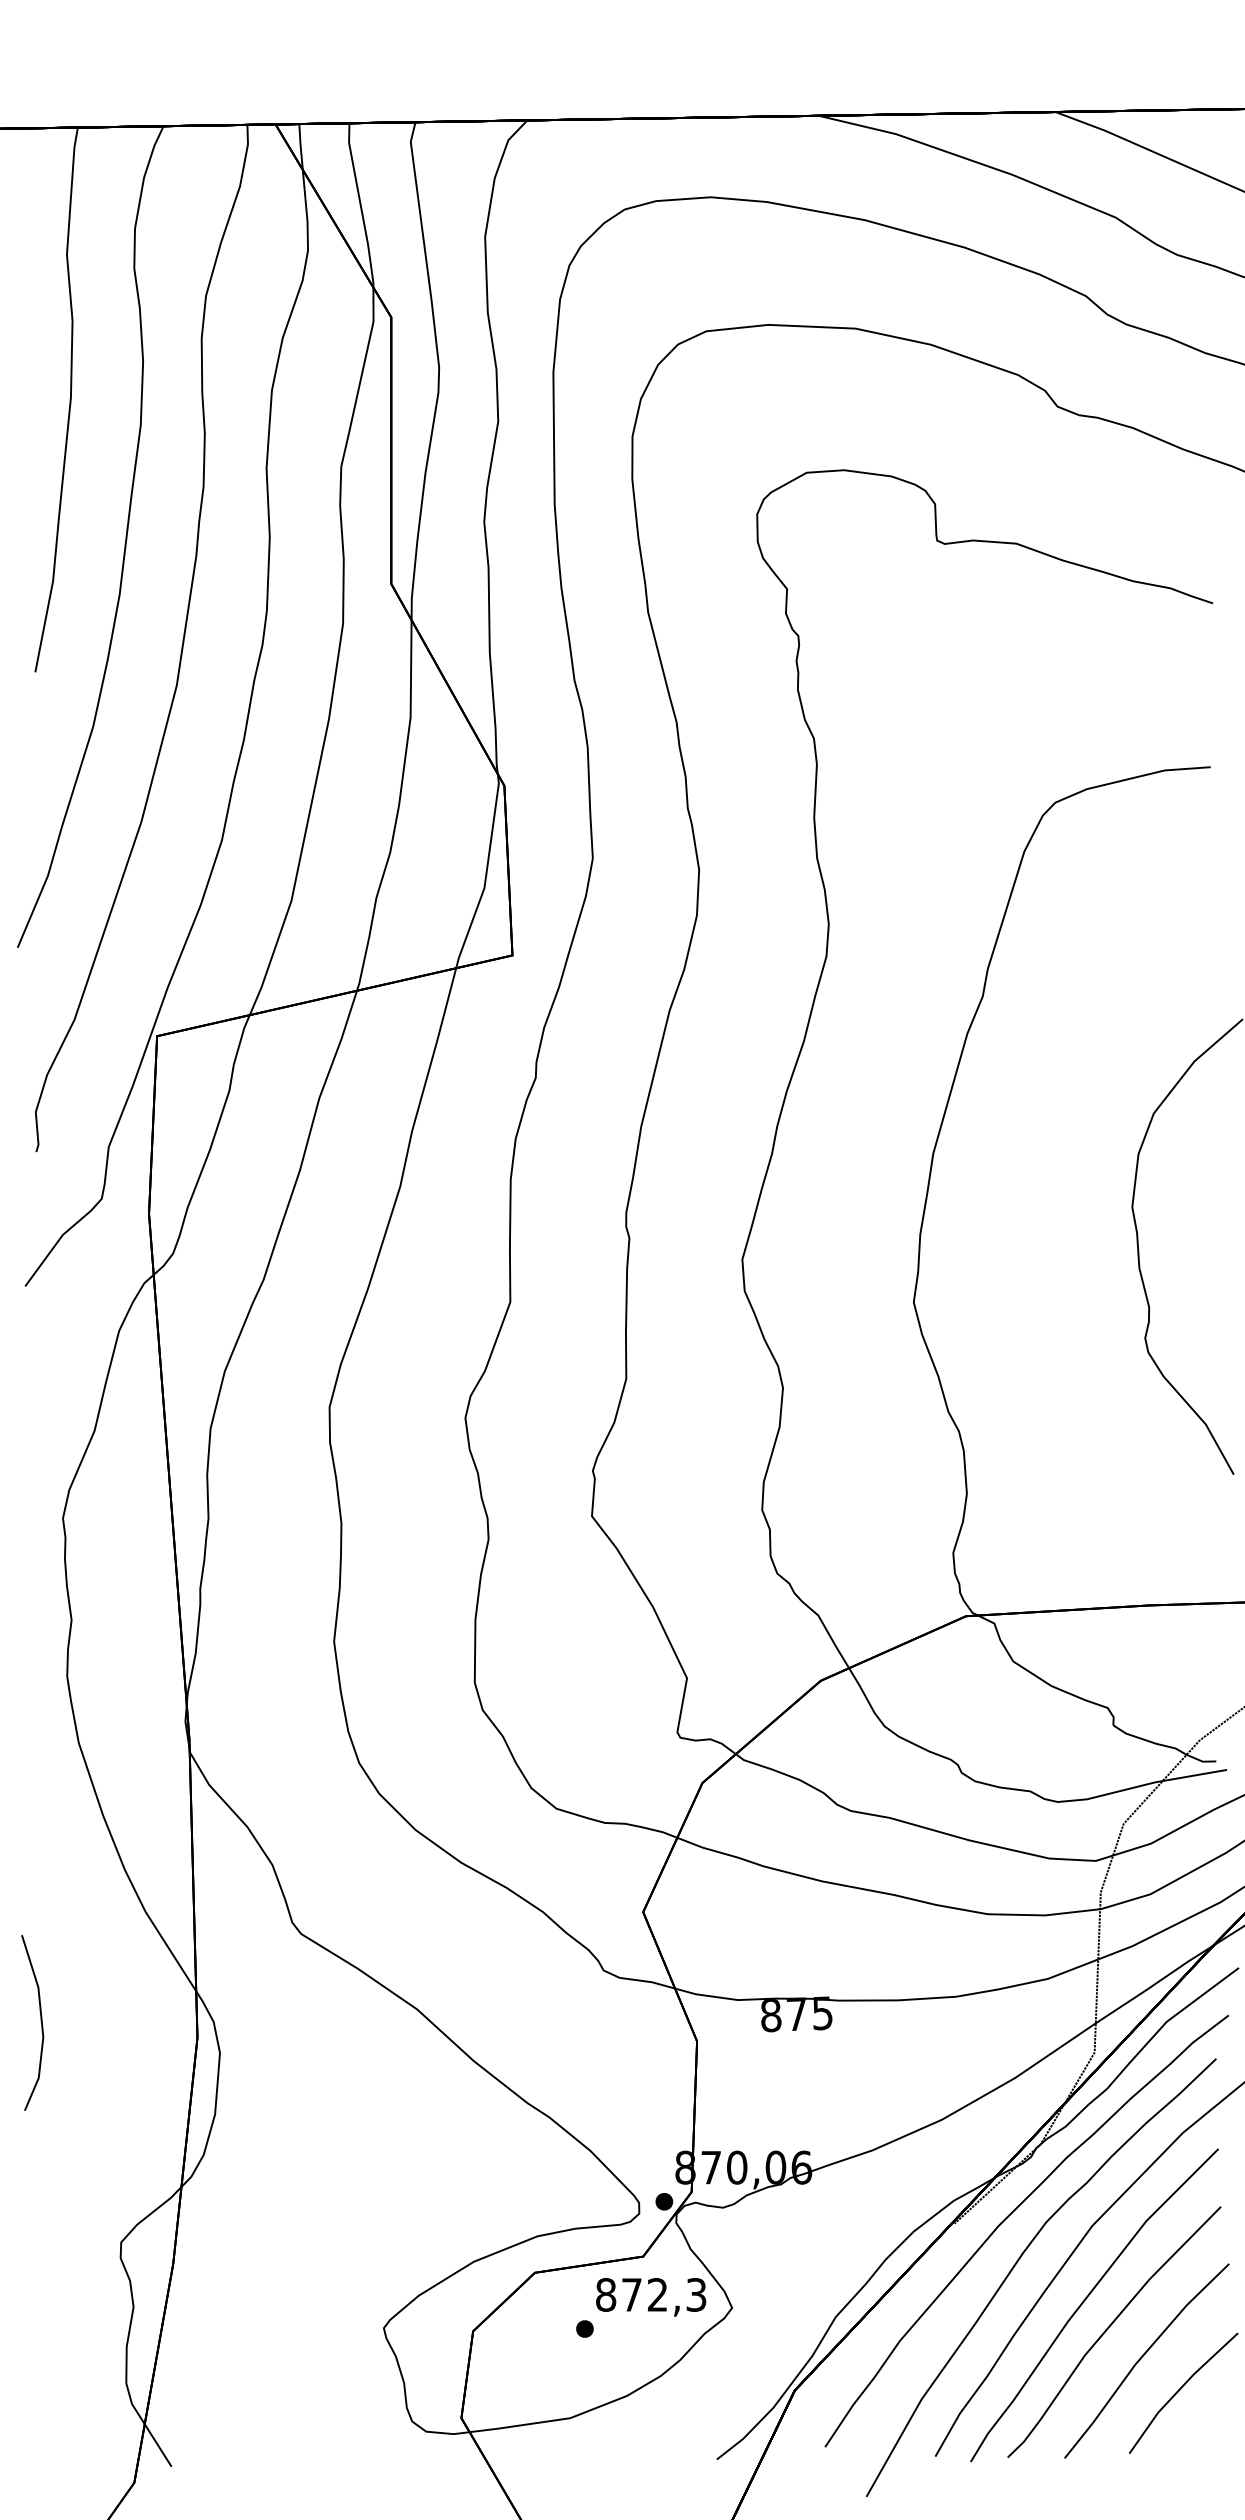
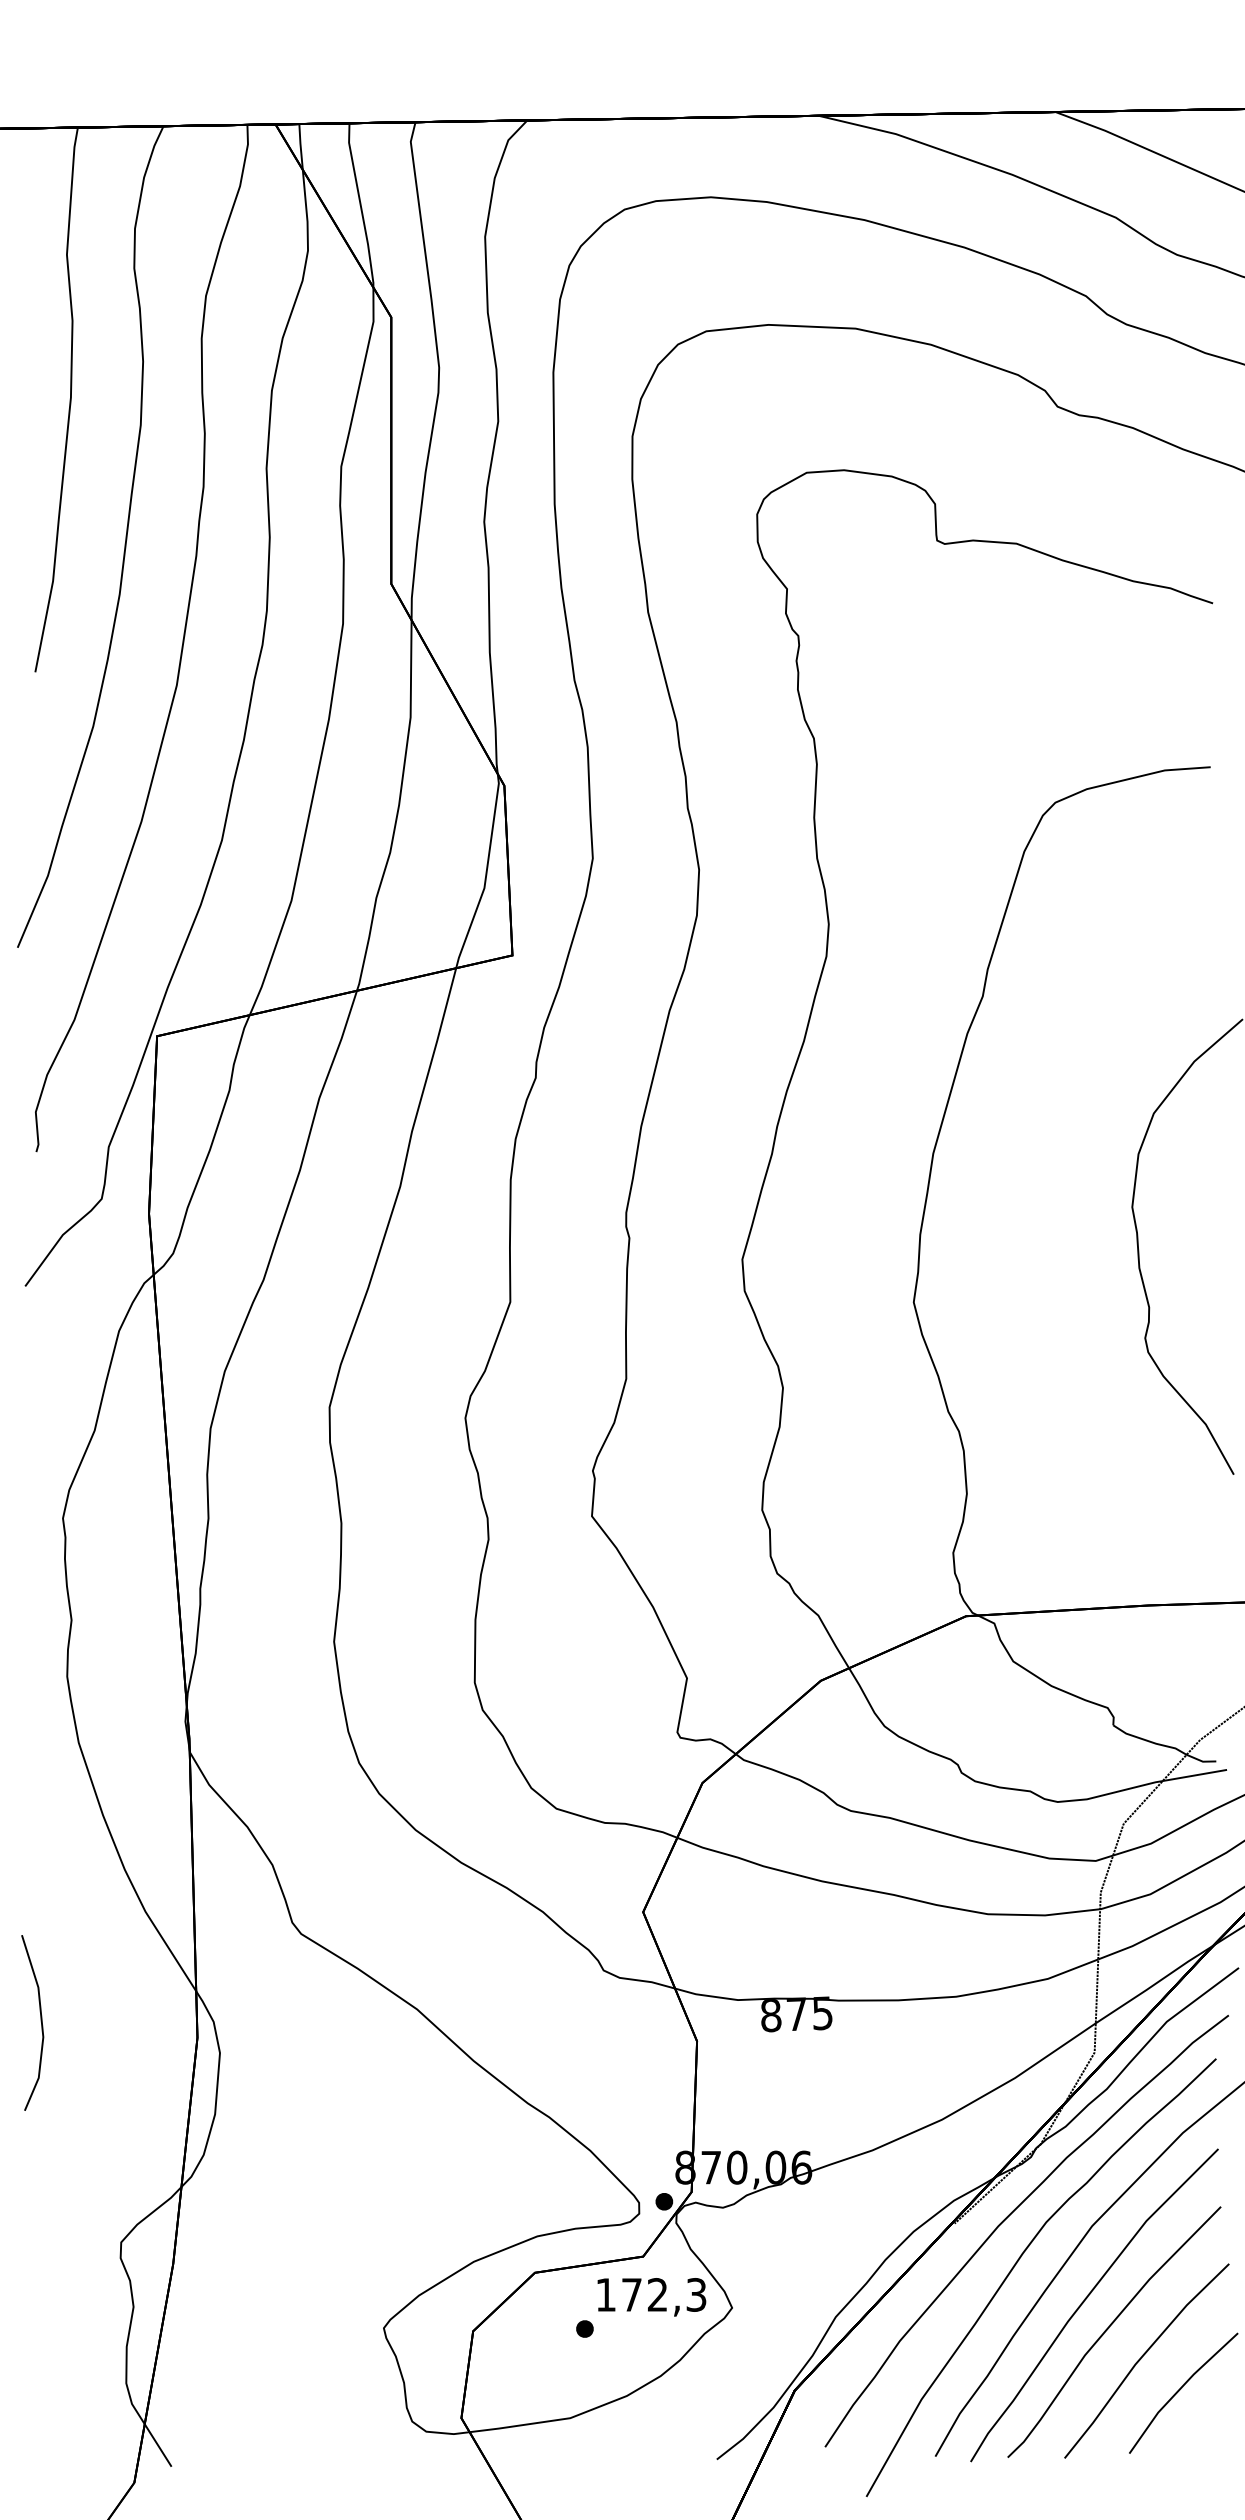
text at (606, 2294): 872,3 -> 172,3
